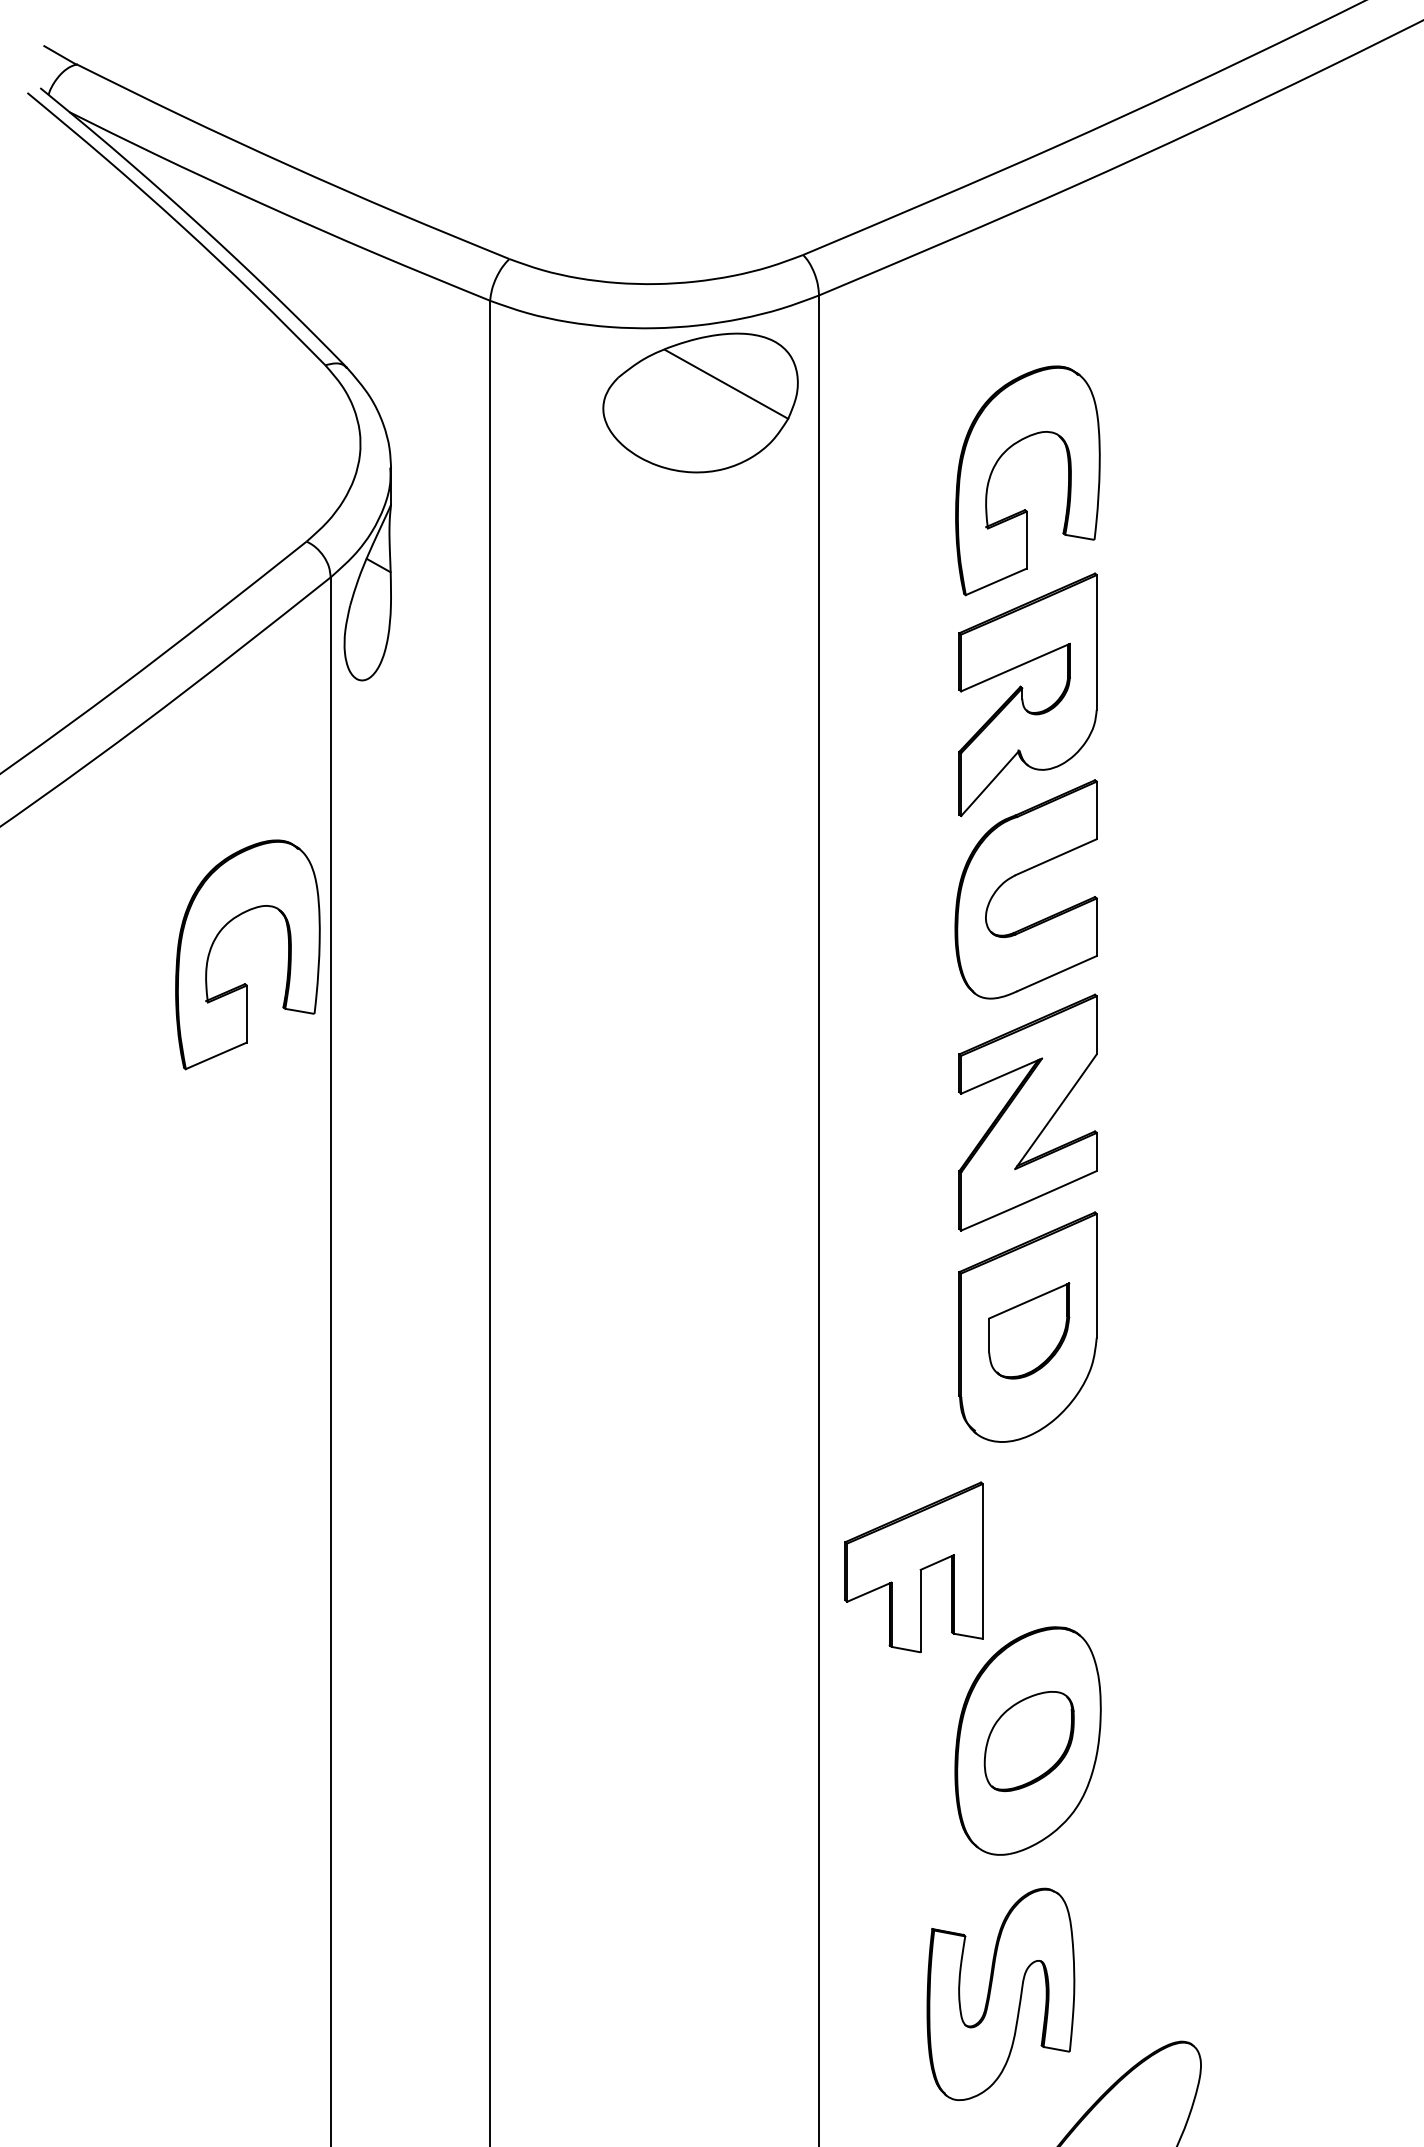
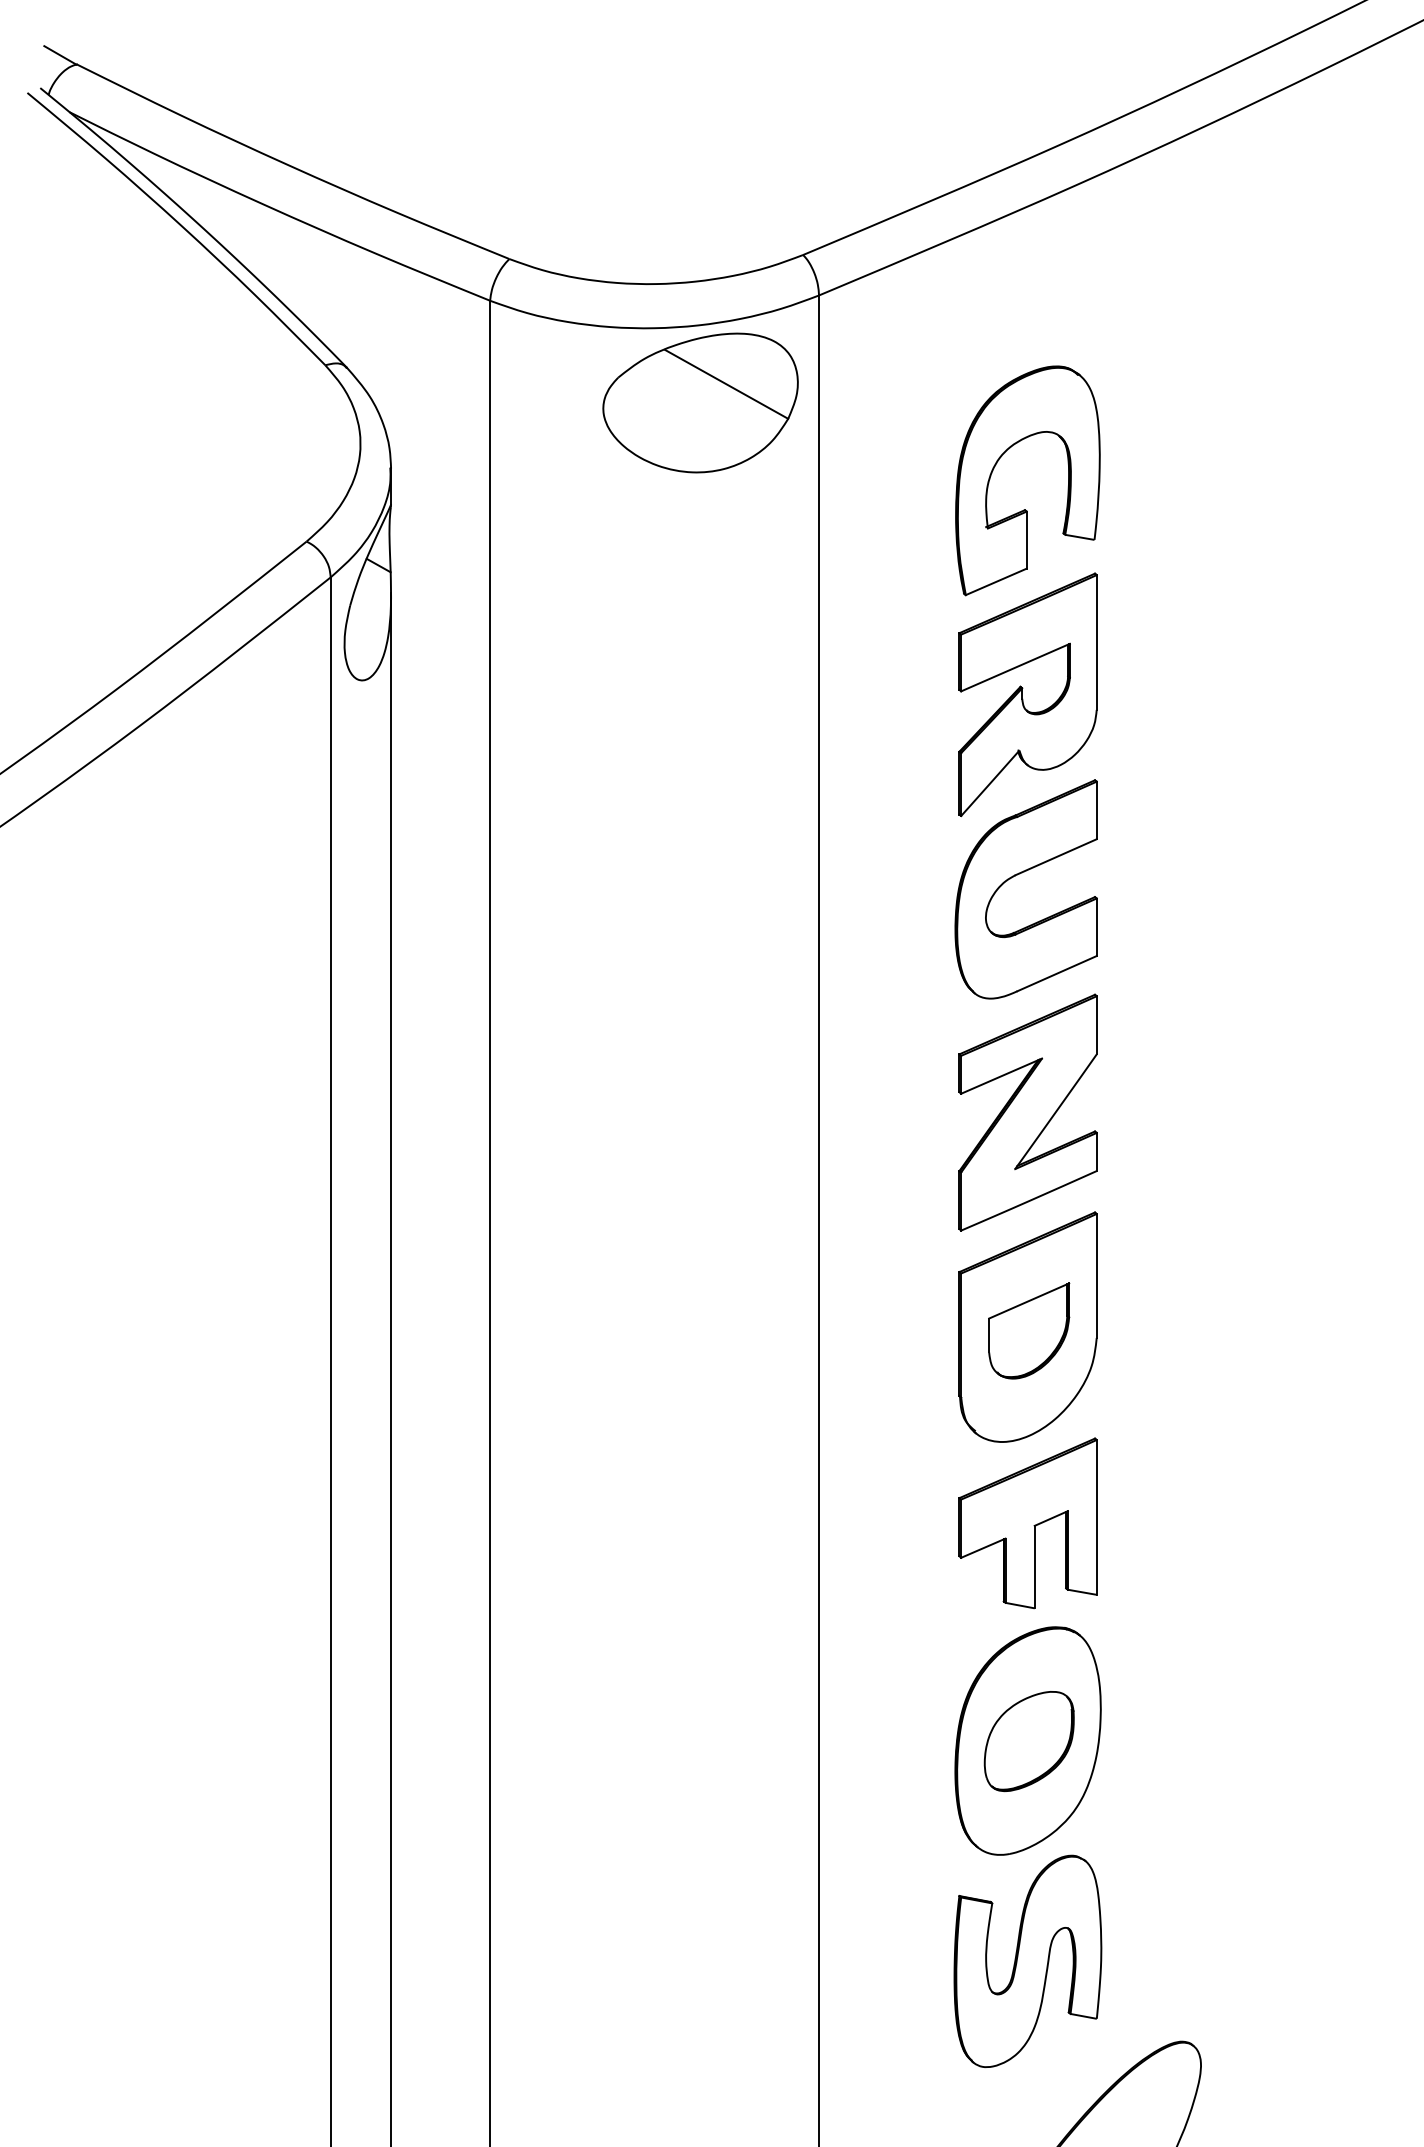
part at (245, 983): present -> none
line at (391, 1367): none -> present
part at (913, 1567) position: (913, 1567) -> (1027, 1523)
part at (1000, 1993) position: (1000, 1993) -> (1027, 1960)
